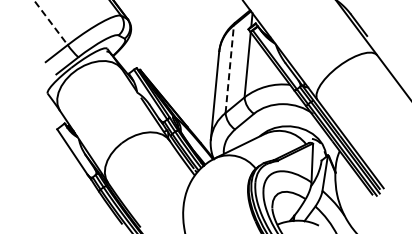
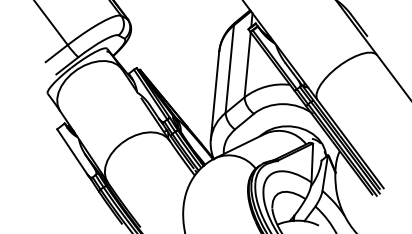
line at (50, 22): dashed -> solid
line at (229, 69): dashed -> solid
